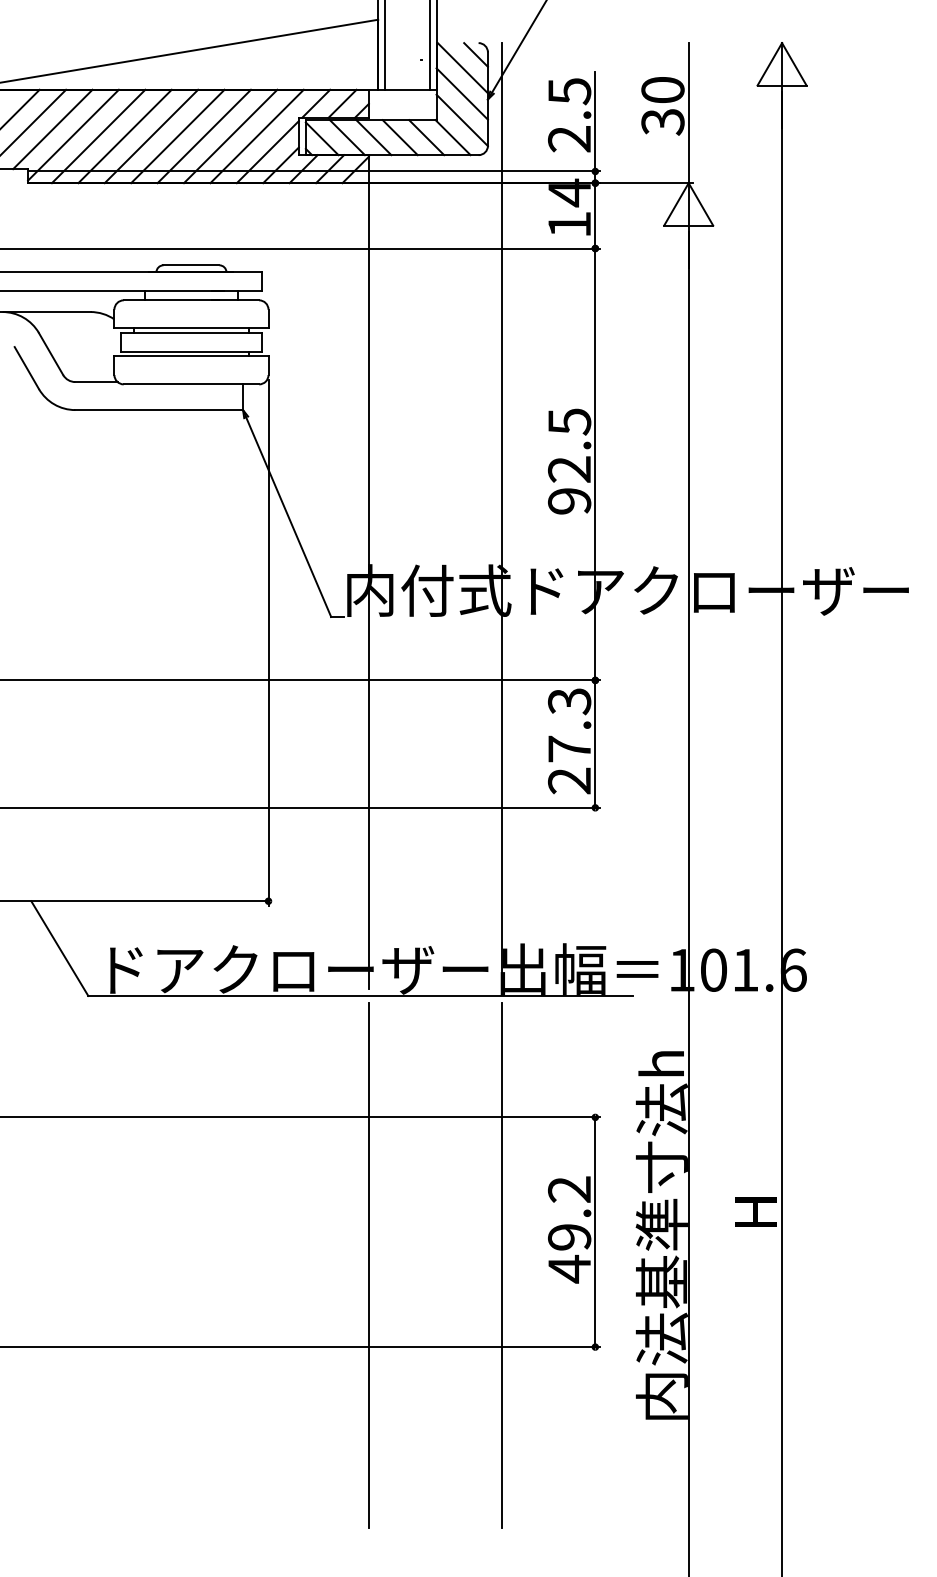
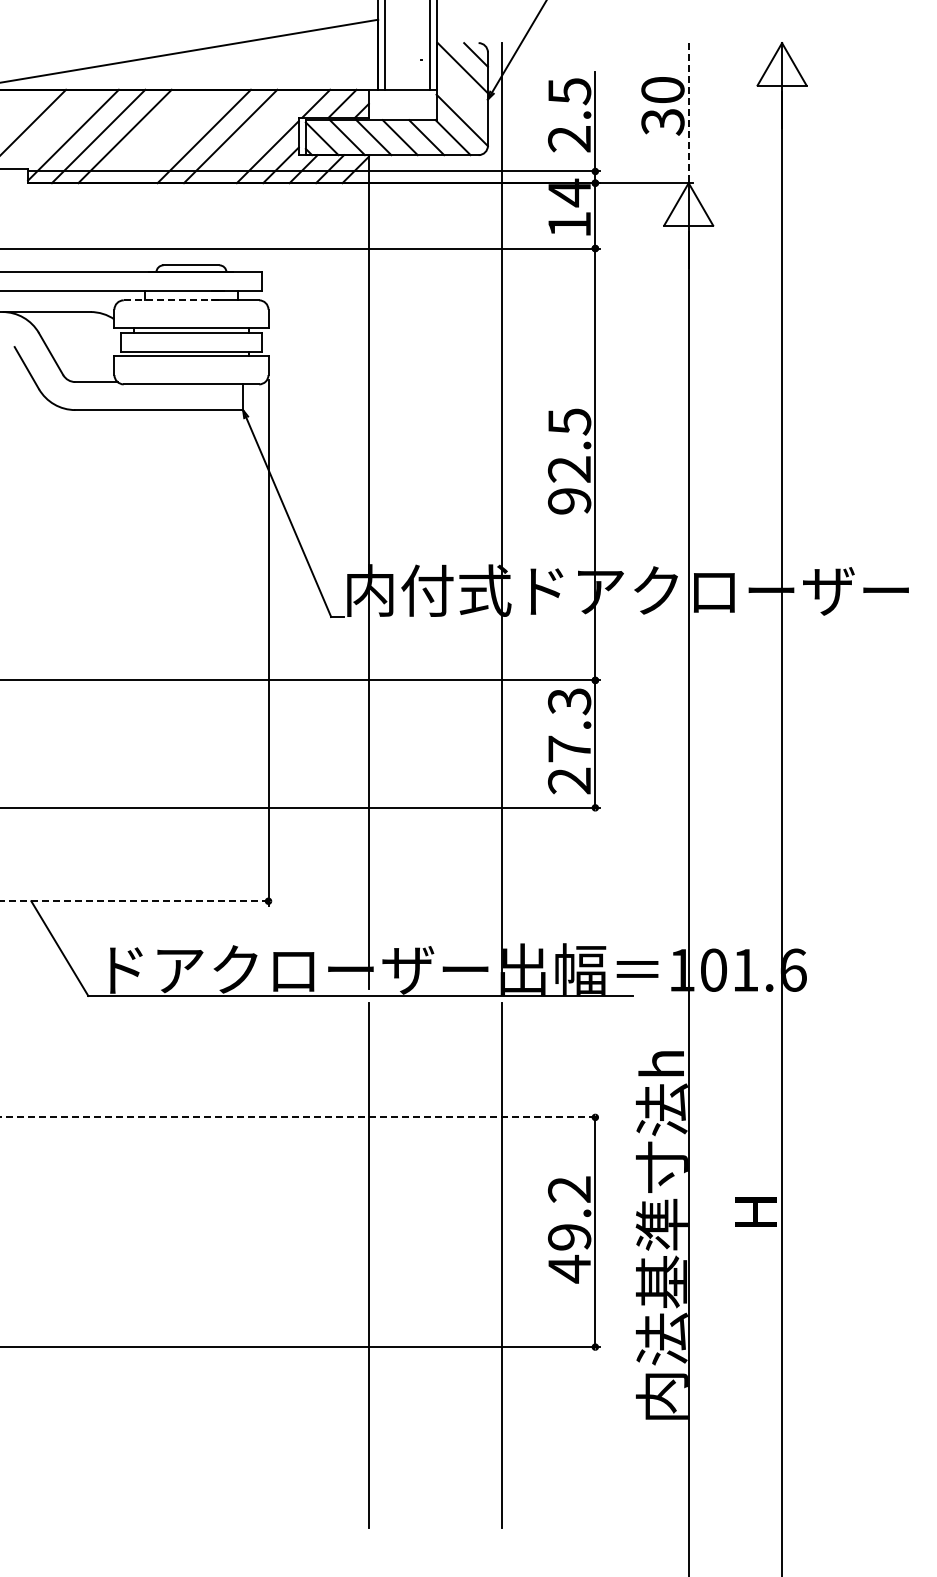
line at (461, 93): present -> none
line at (20, 107): present -> none
line at (688, 113): solid -> dashed
line at (52, 129): present -> none
line at (151, 136): present -> none
line at (177, 136): present -> none
line at (256, 136): present -> none
line at (170, 300): solid -> dashed
line at (134, 901): solid -> dashed
line at (300, 1117): solid -> dashed
